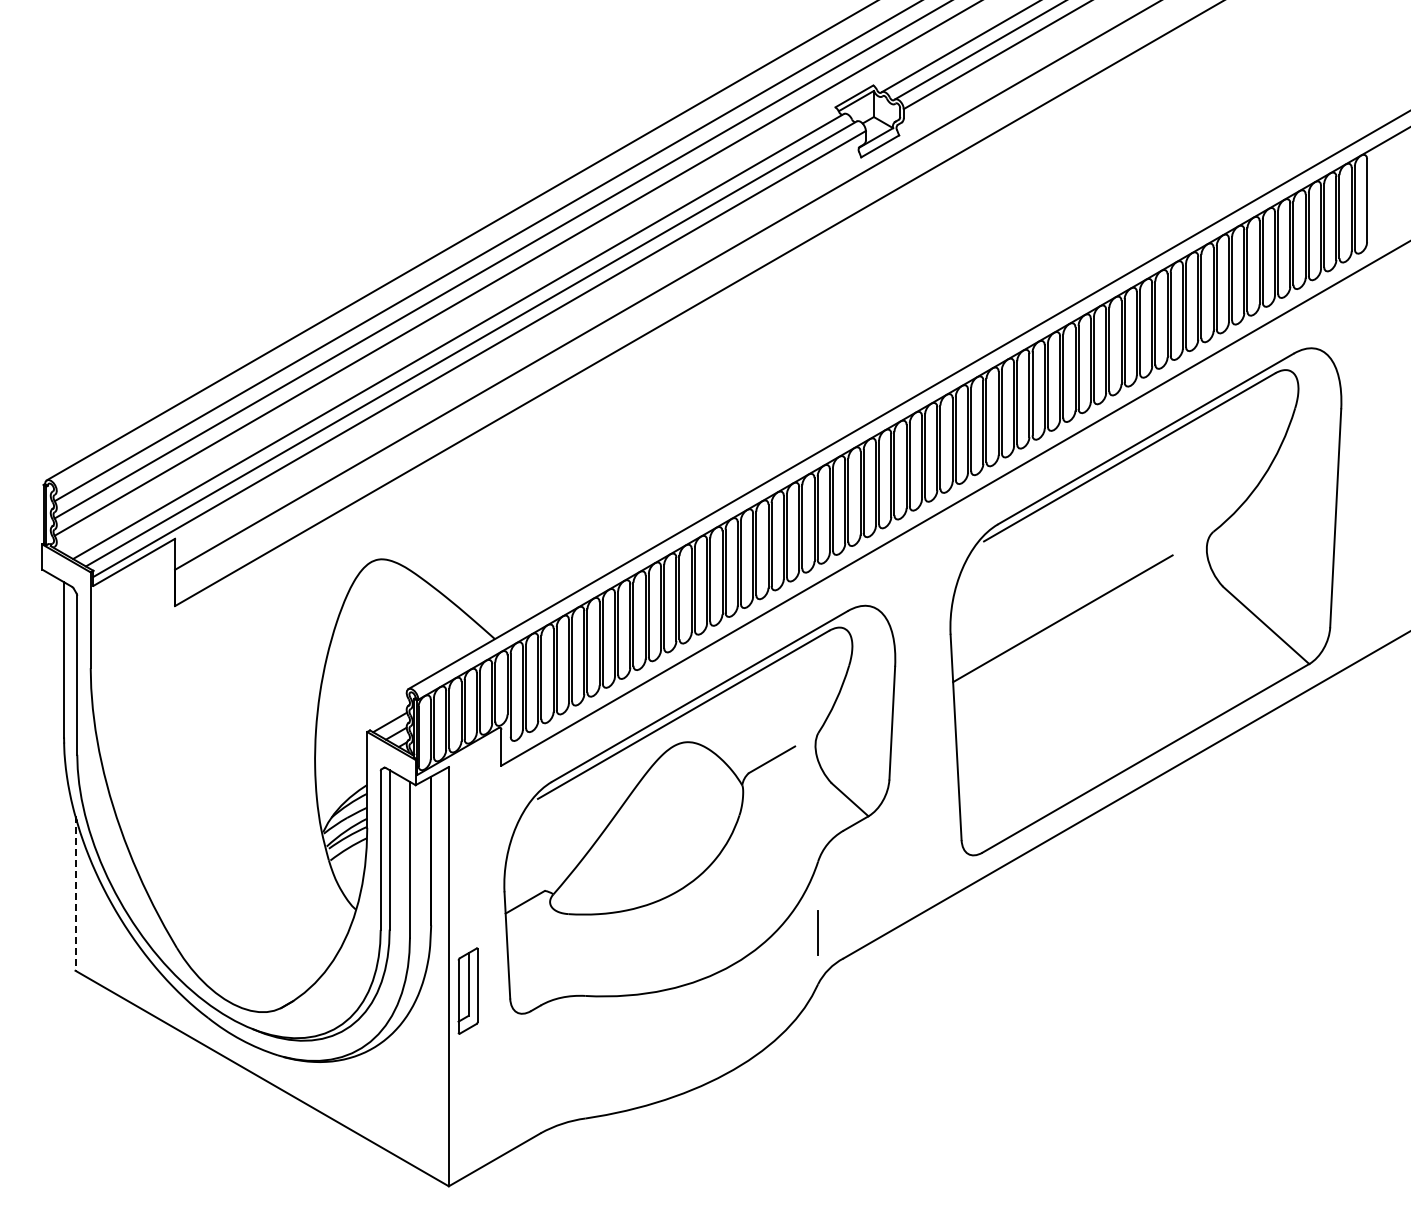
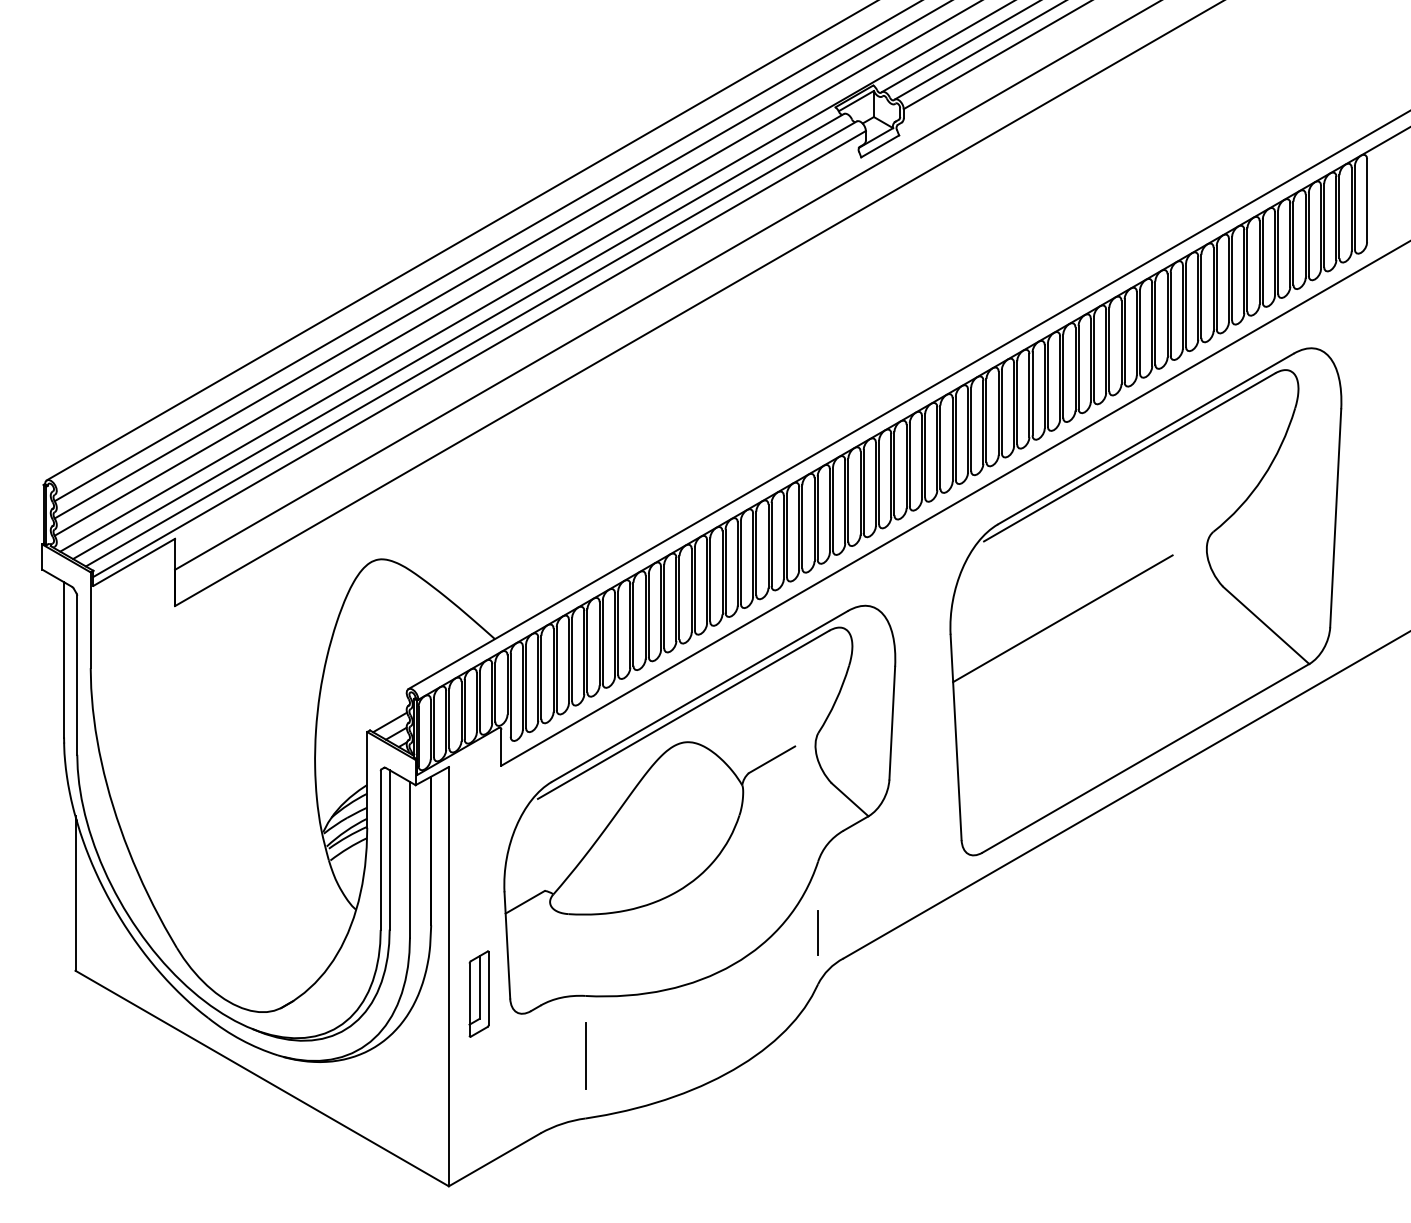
line at (536, 276): none -> present
line at (75, 894): dashed -> solid
part at (467, 990) position: (467, 990) -> (478, 993)
line at (585, 1055): none -> present
